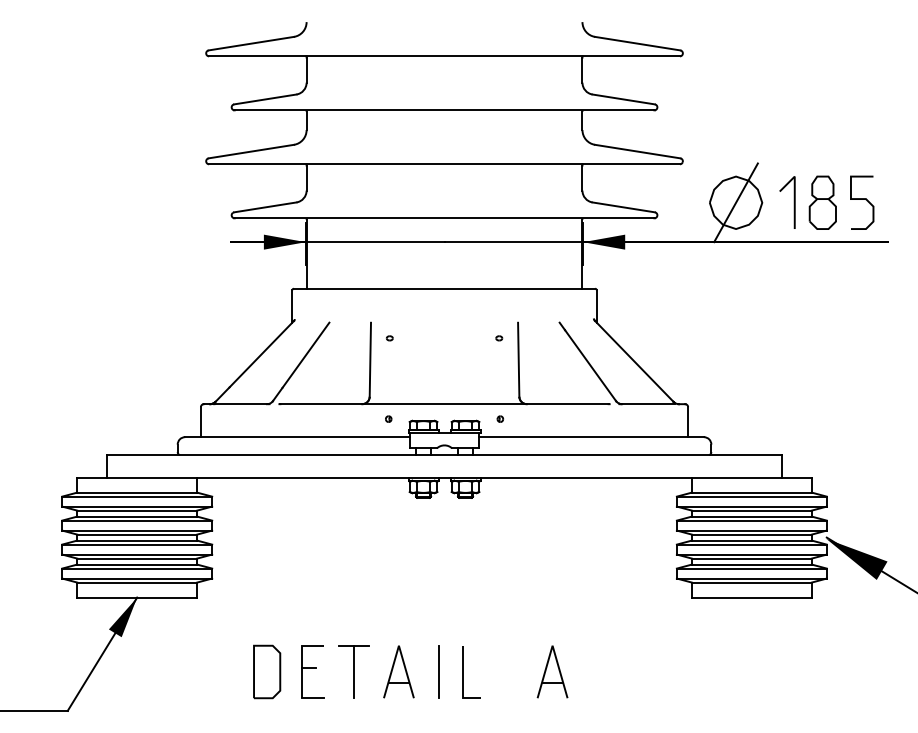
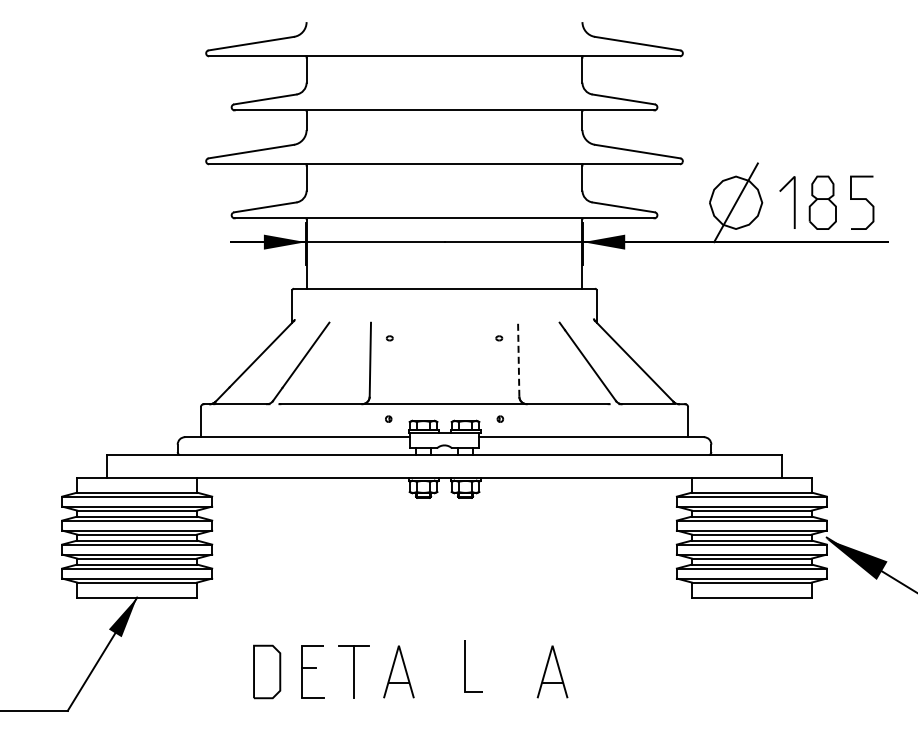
line at (518, 359): solid -> dashed
line at (438, 671): present -> none
line at (463, 672) position: (463, 672) -> (465, 666)
